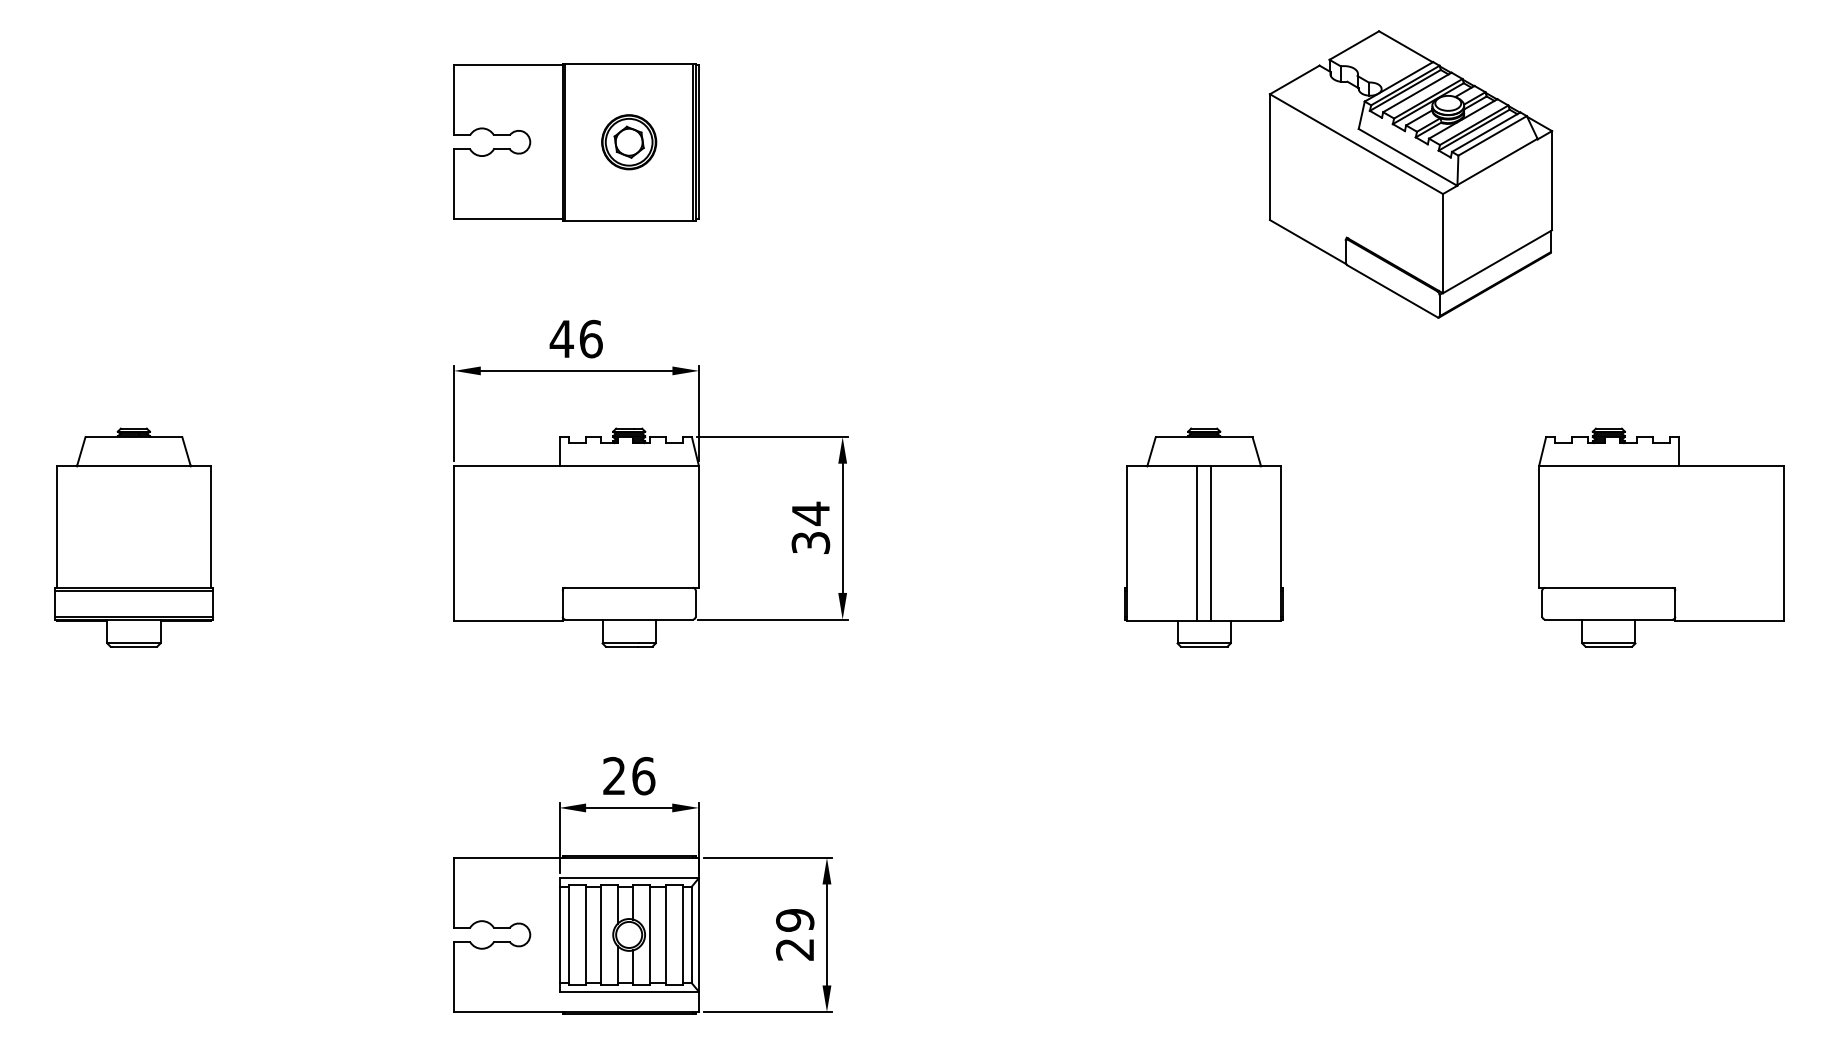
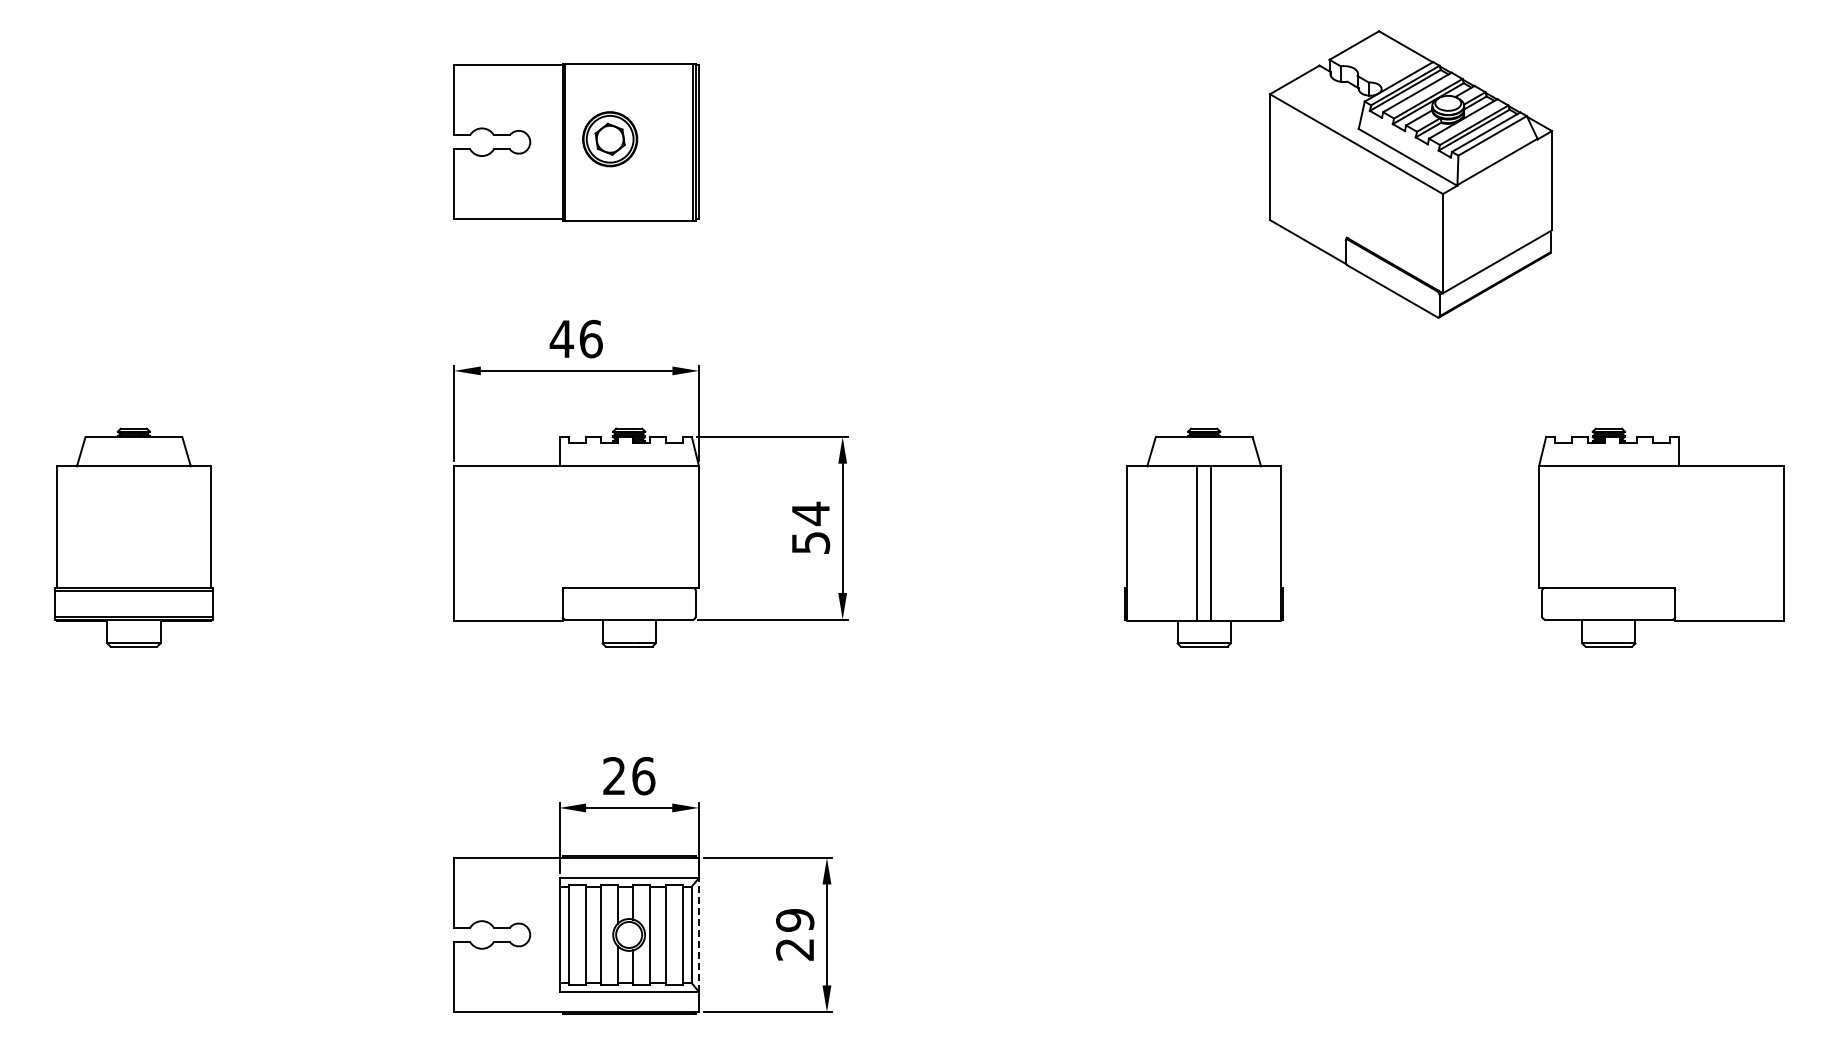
part at (629, 142) position: (629, 142) -> (610, 139)
text at (810, 542): 34 -> 54
line at (698, 934): solid -> dashed
